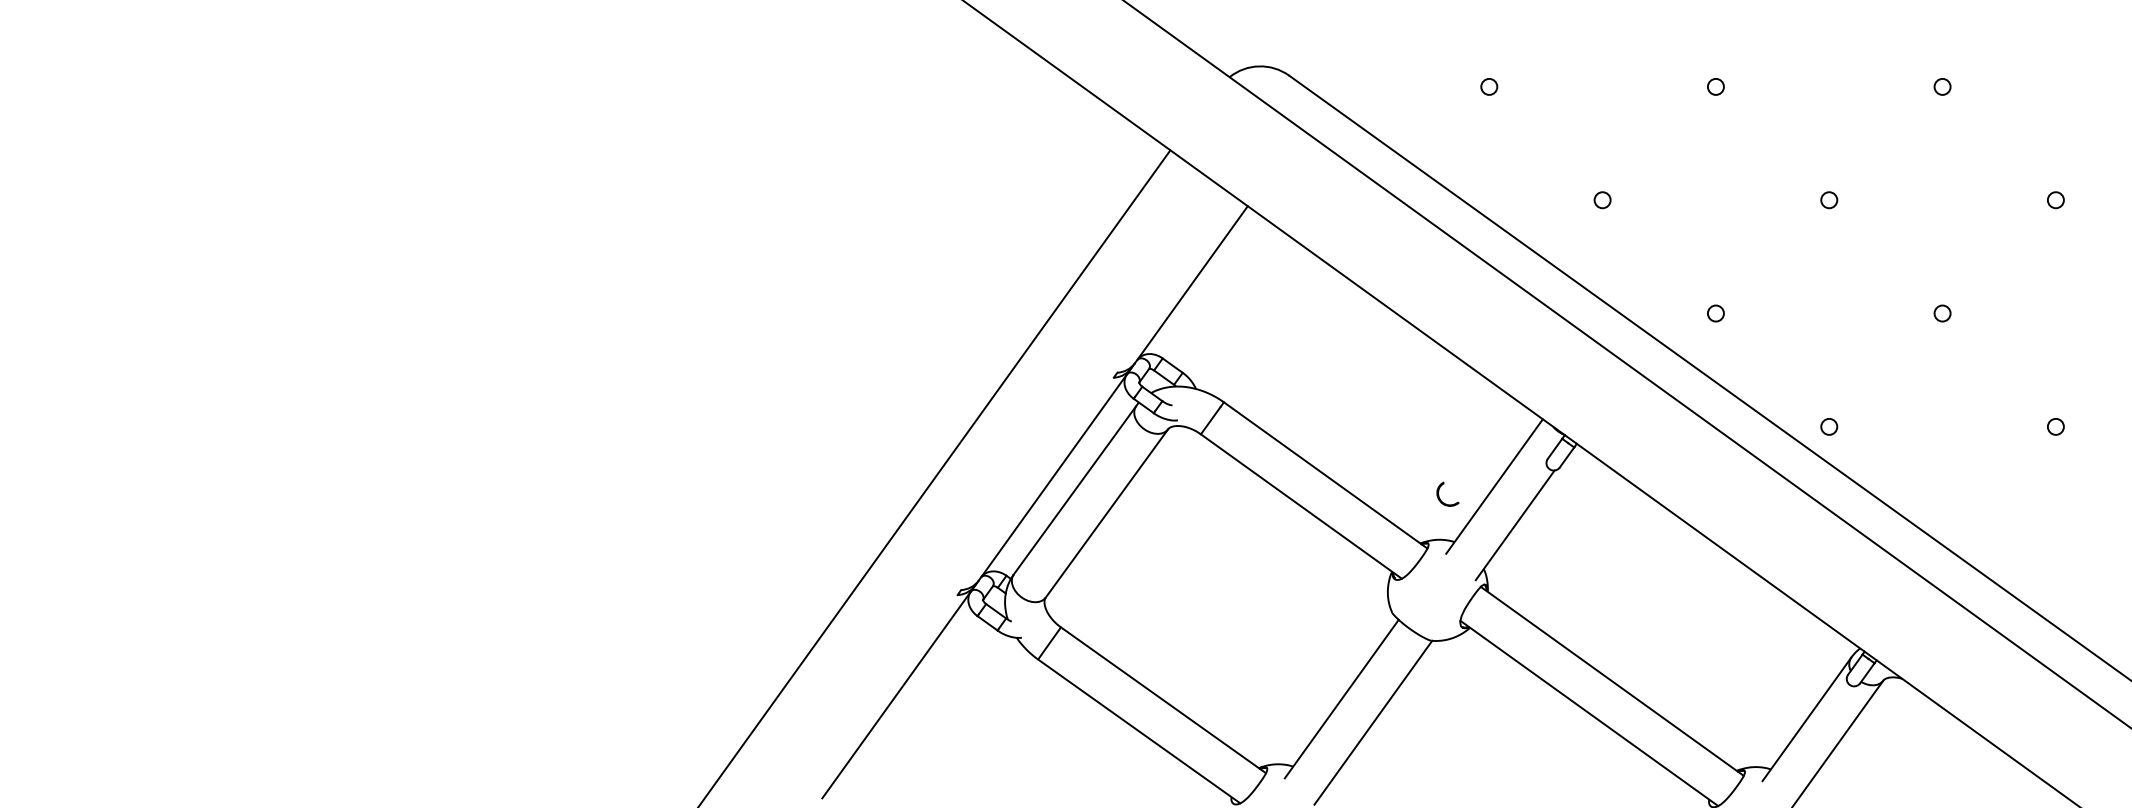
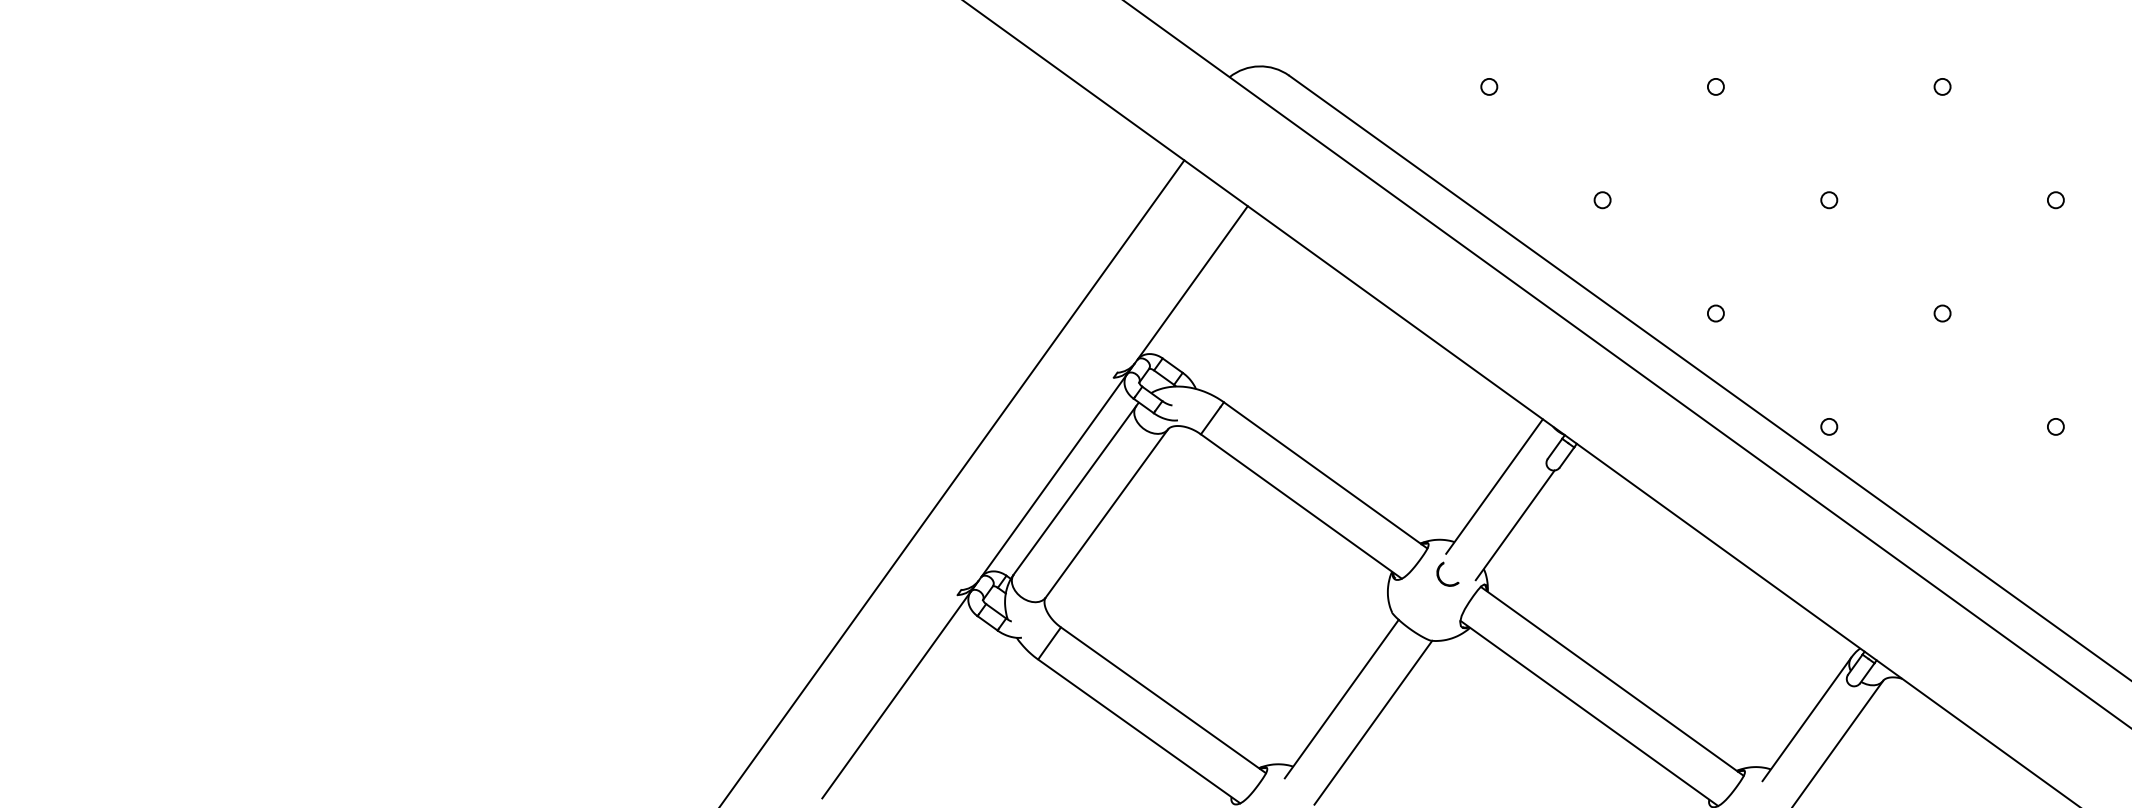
line at (935, 477) position: (935, 477) -> (952, 482)
part at (1439, 494) position: (1439, 494) -> (1439, 574)
